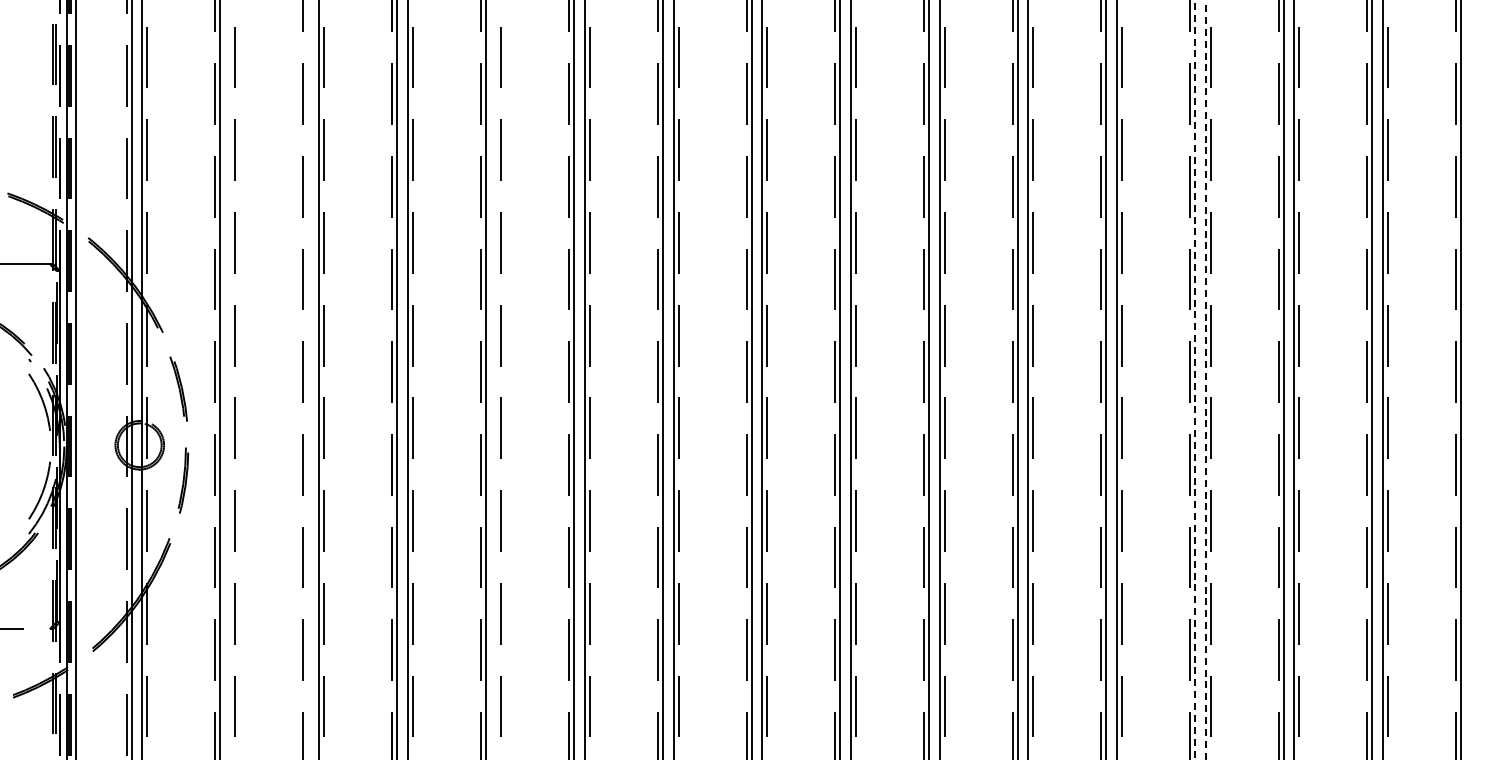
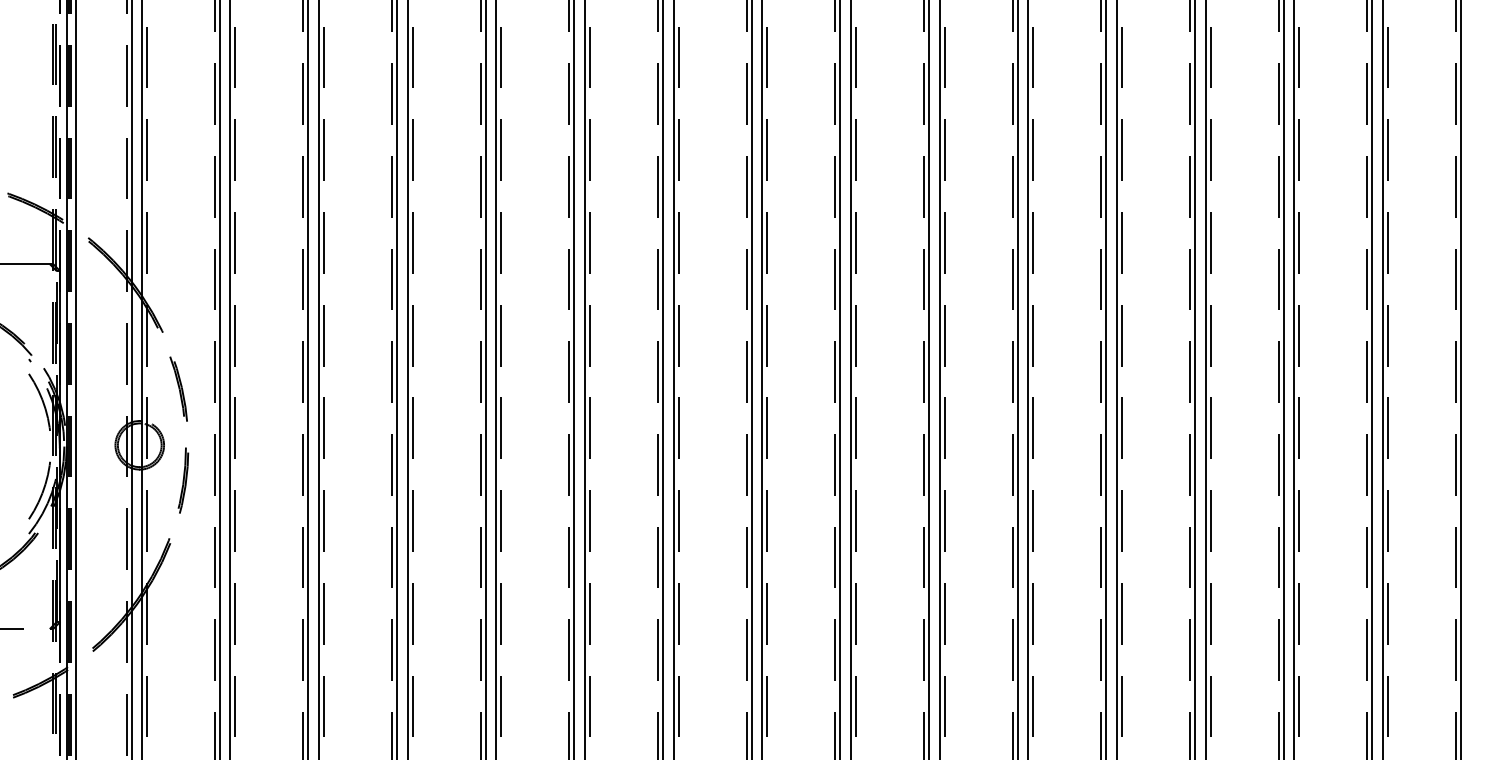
line at (230, 379): none -> present
line at (308, 379): none -> present
line at (496, 379): none -> present
line at (1194, 379): dashed -> solid
line at (1205, 380): dashed -> solid
